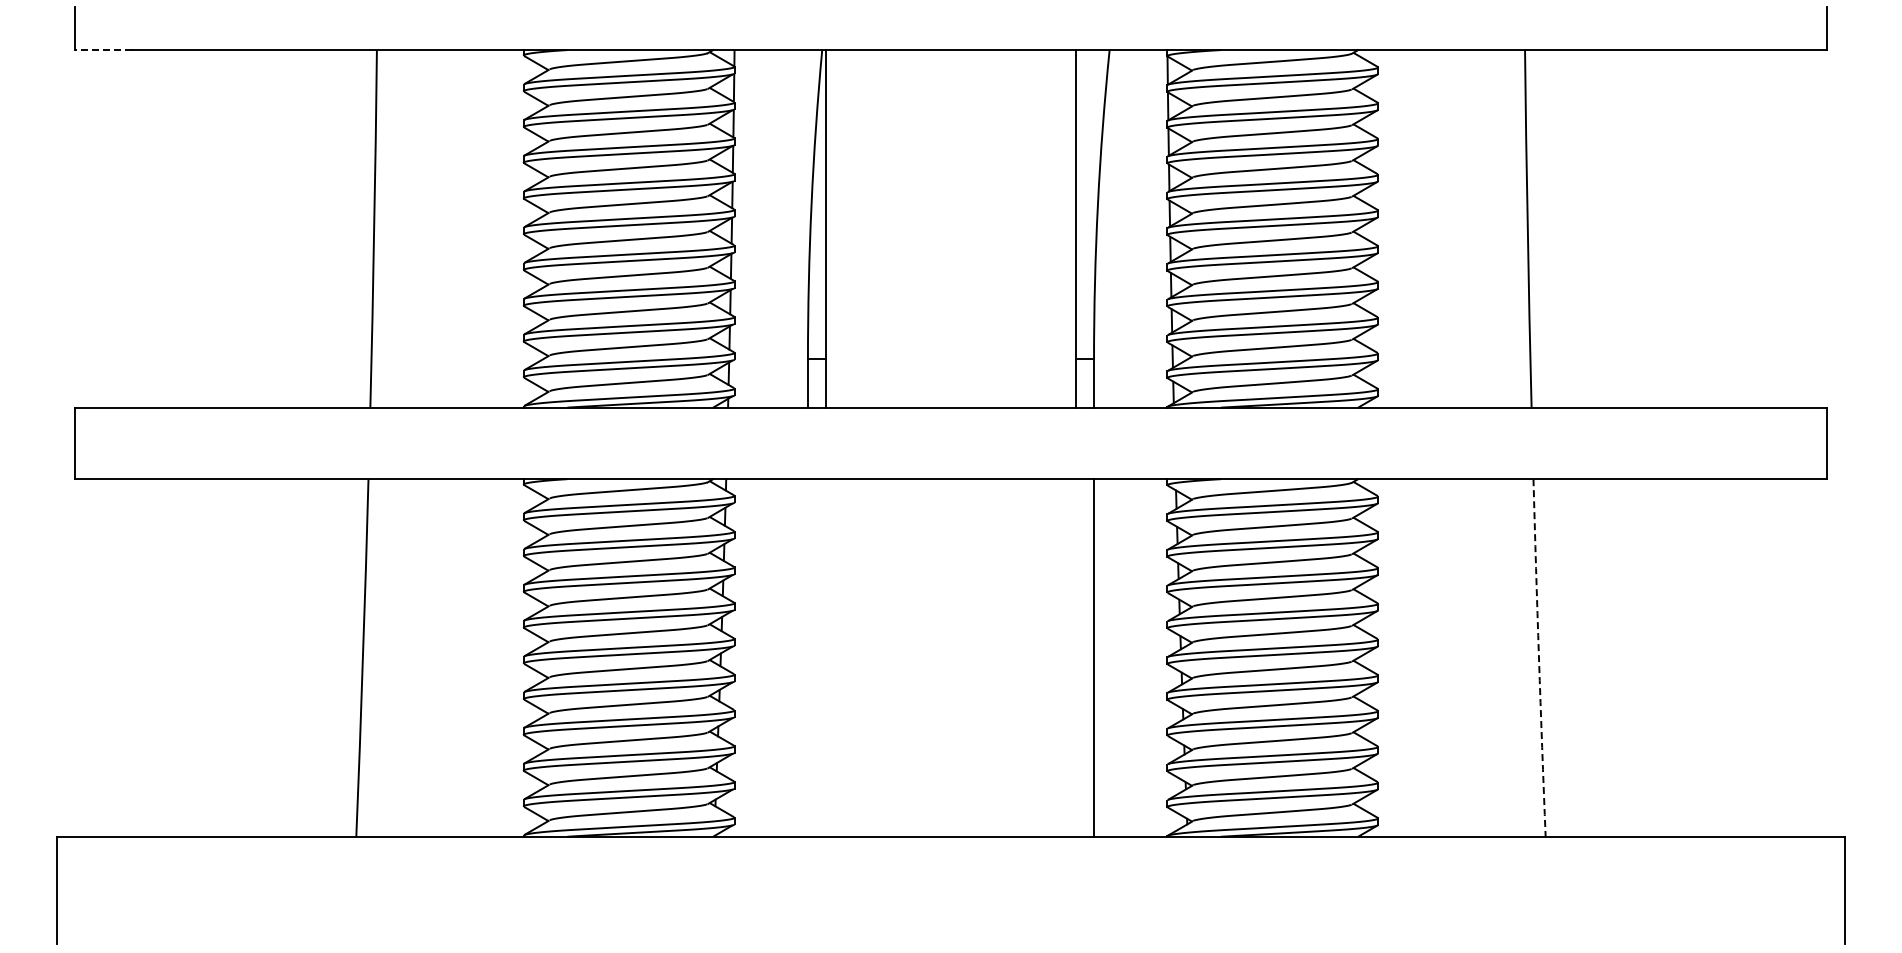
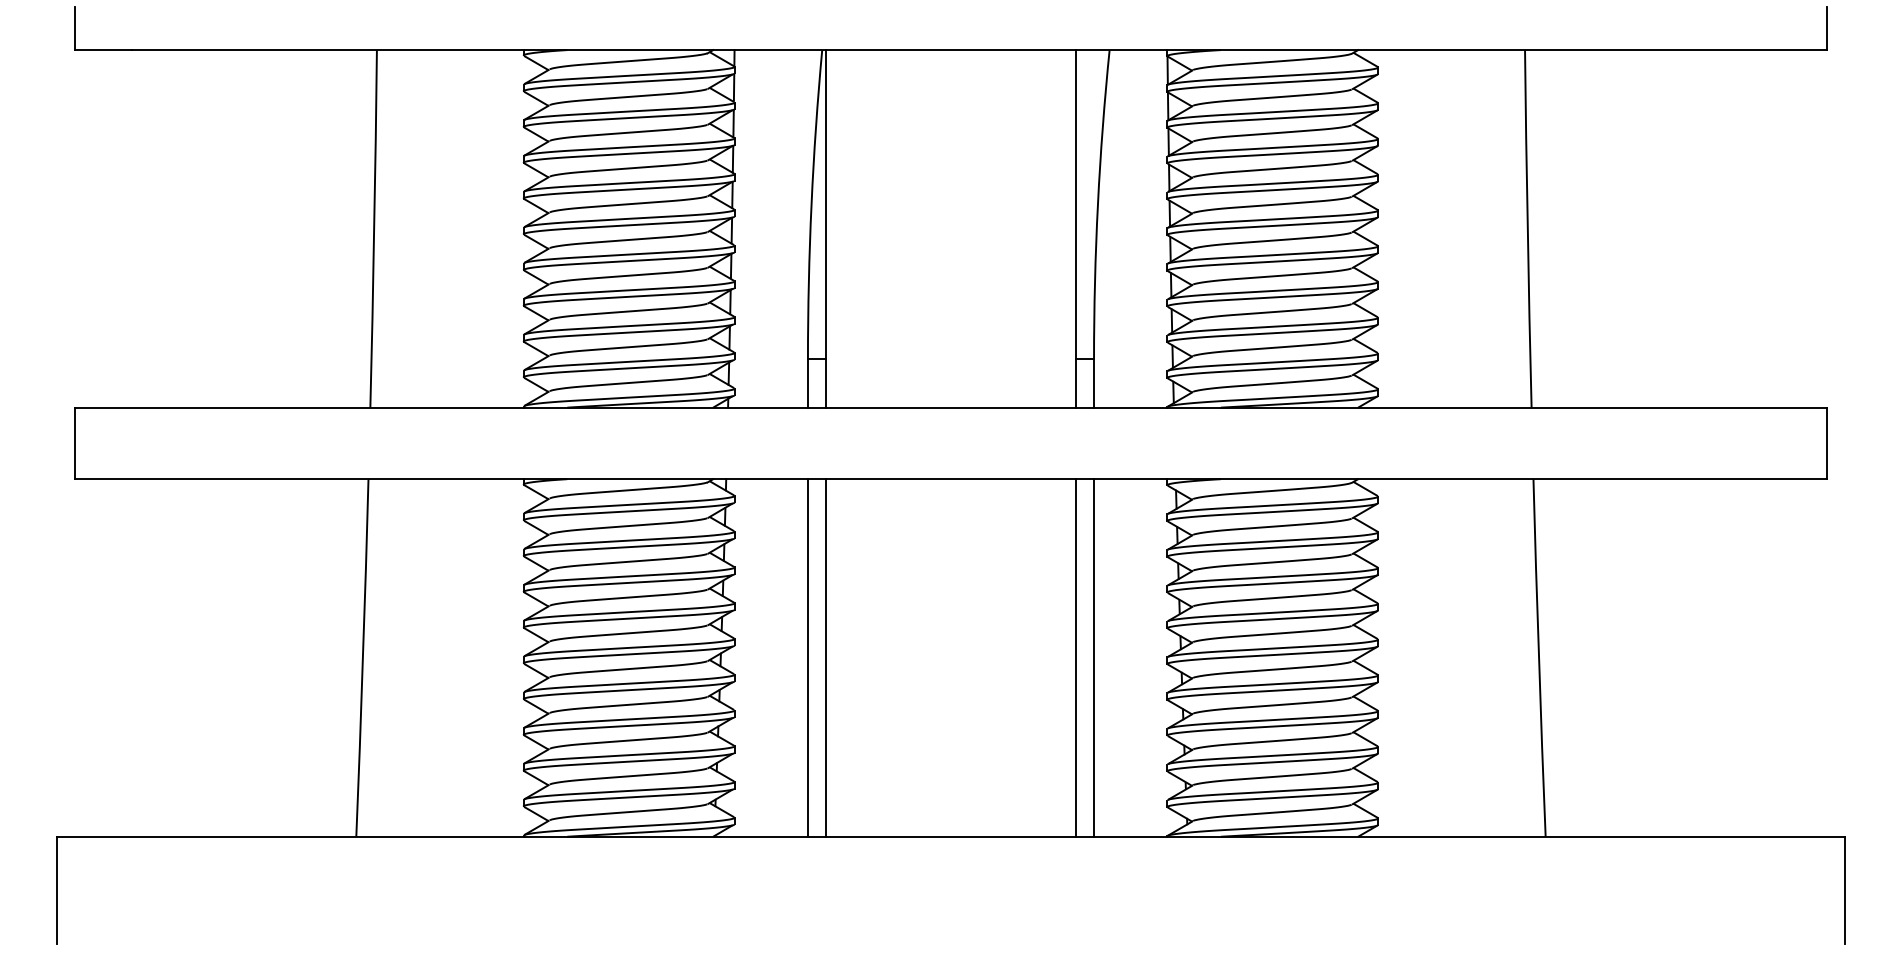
line at (103, 50): dashed -> solid
line at (807, 657): none -> present
line at (825, 657): none -> present
line at (1076, 657): none -> present
arc at (1538, 657): dashed -> solid
